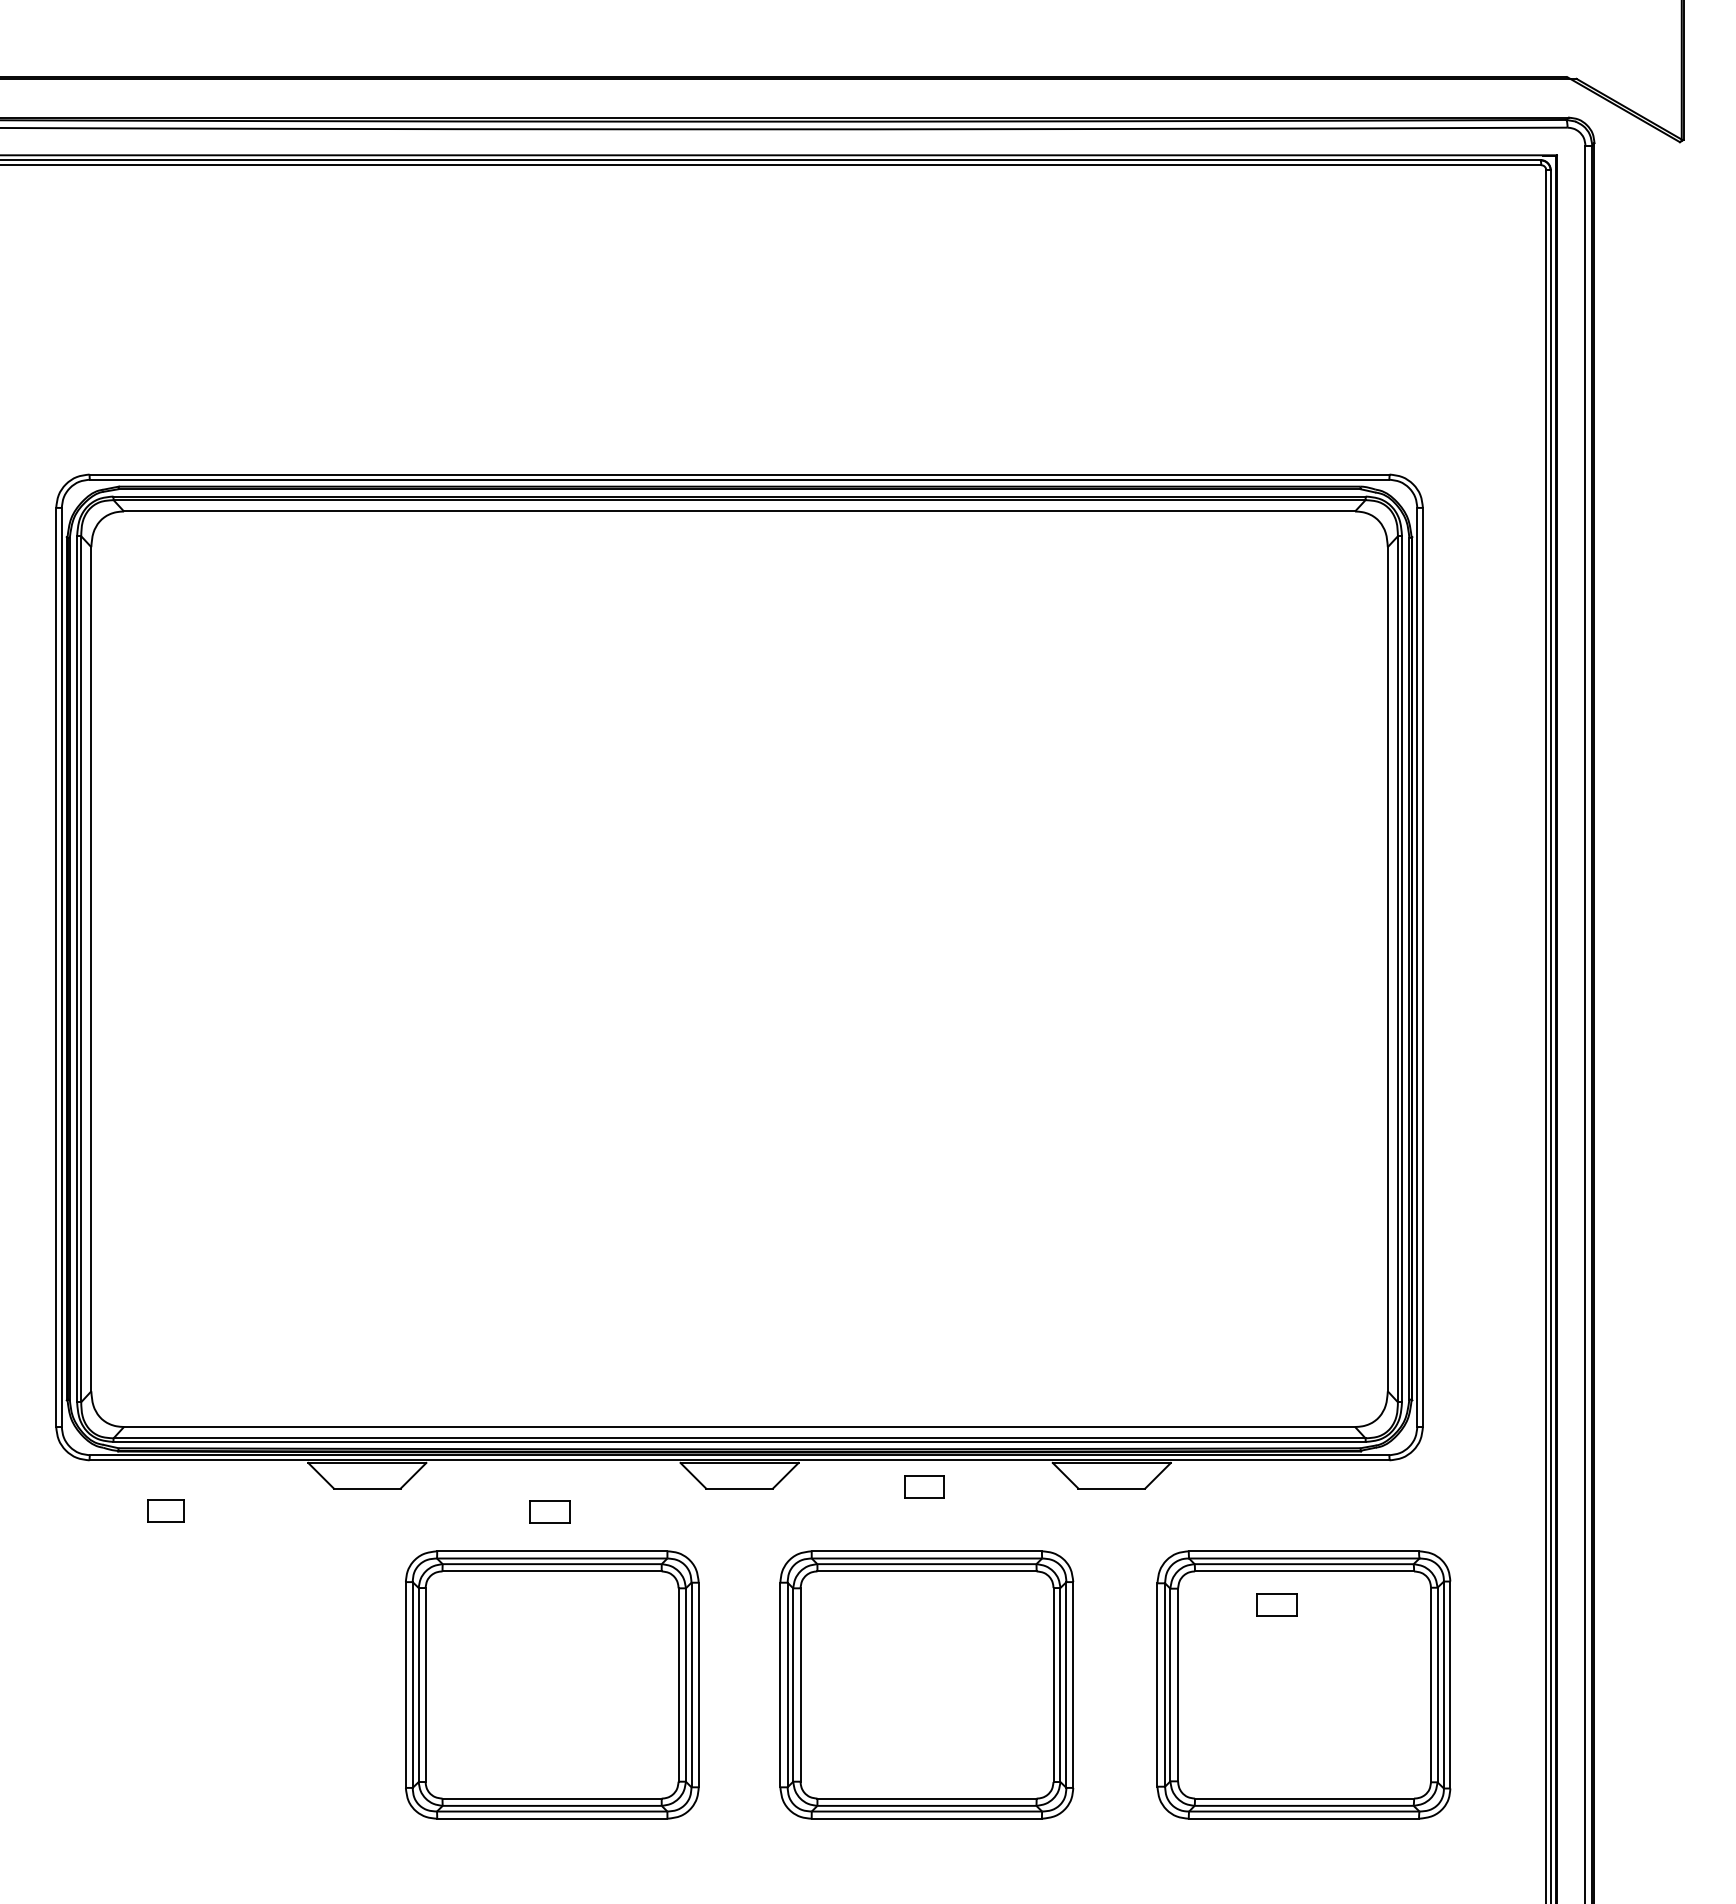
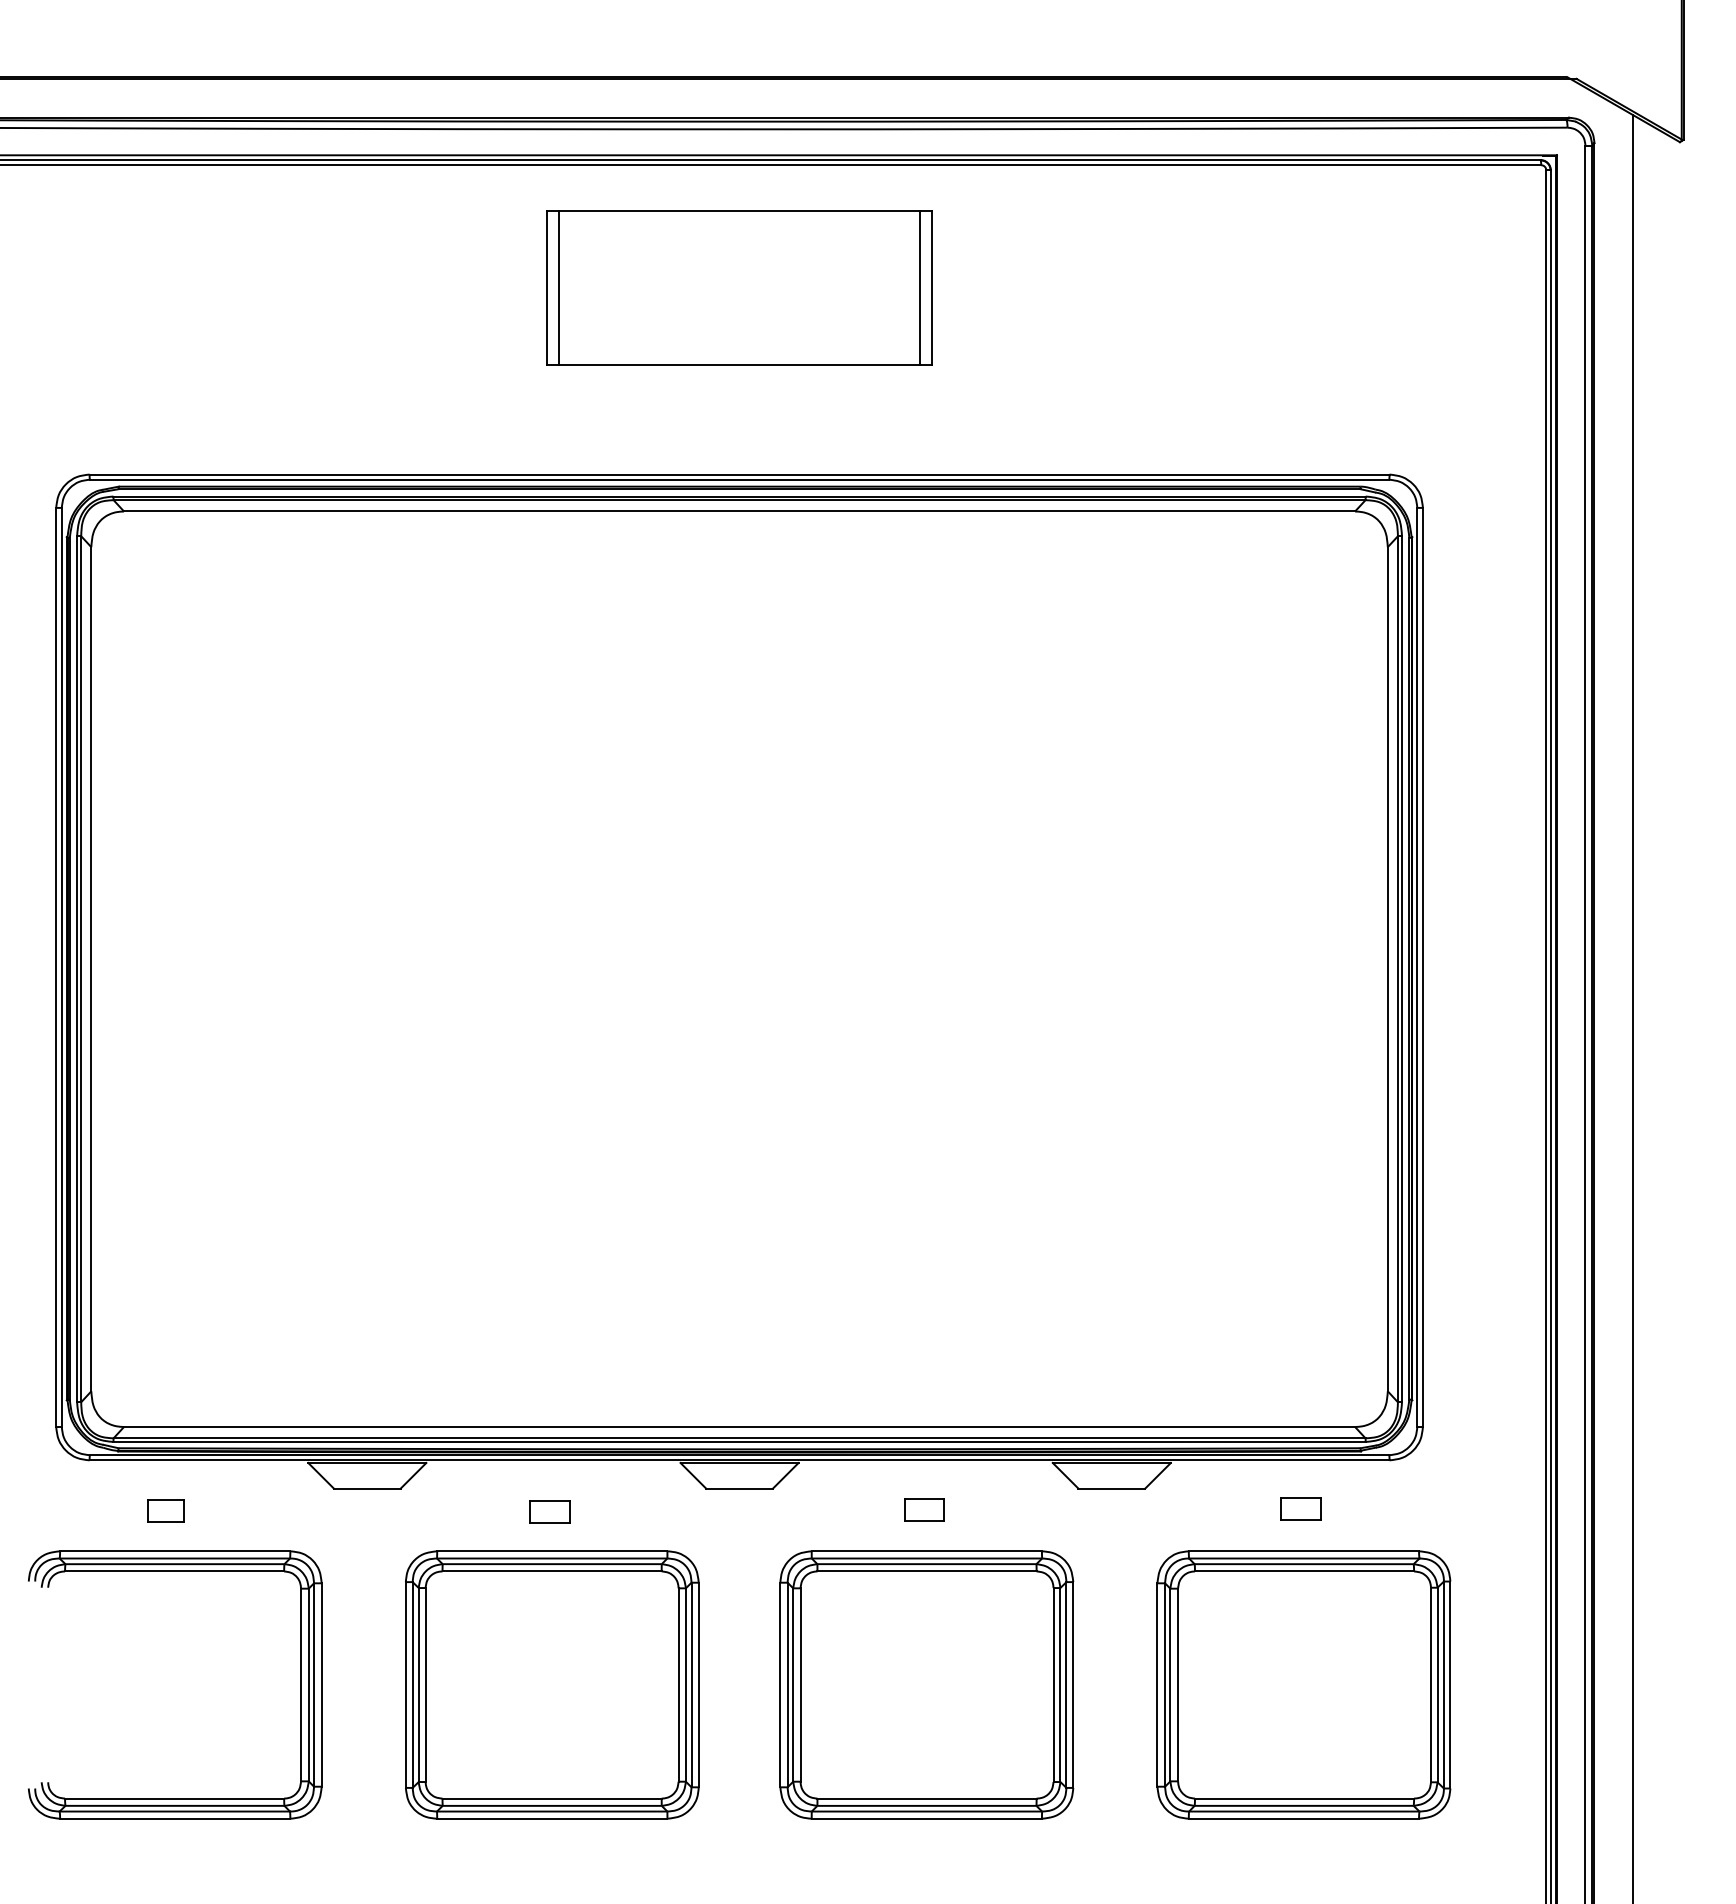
part at (739, 287): none -> present
line at (1632, 1007): none -> present
part at (924, 1486) position: (924, 1486) -> (924, 1509)
part at (175, 1571): none -> present
part at (1276, 1604) position: (1276, 1604) -> (1300, 1508)
